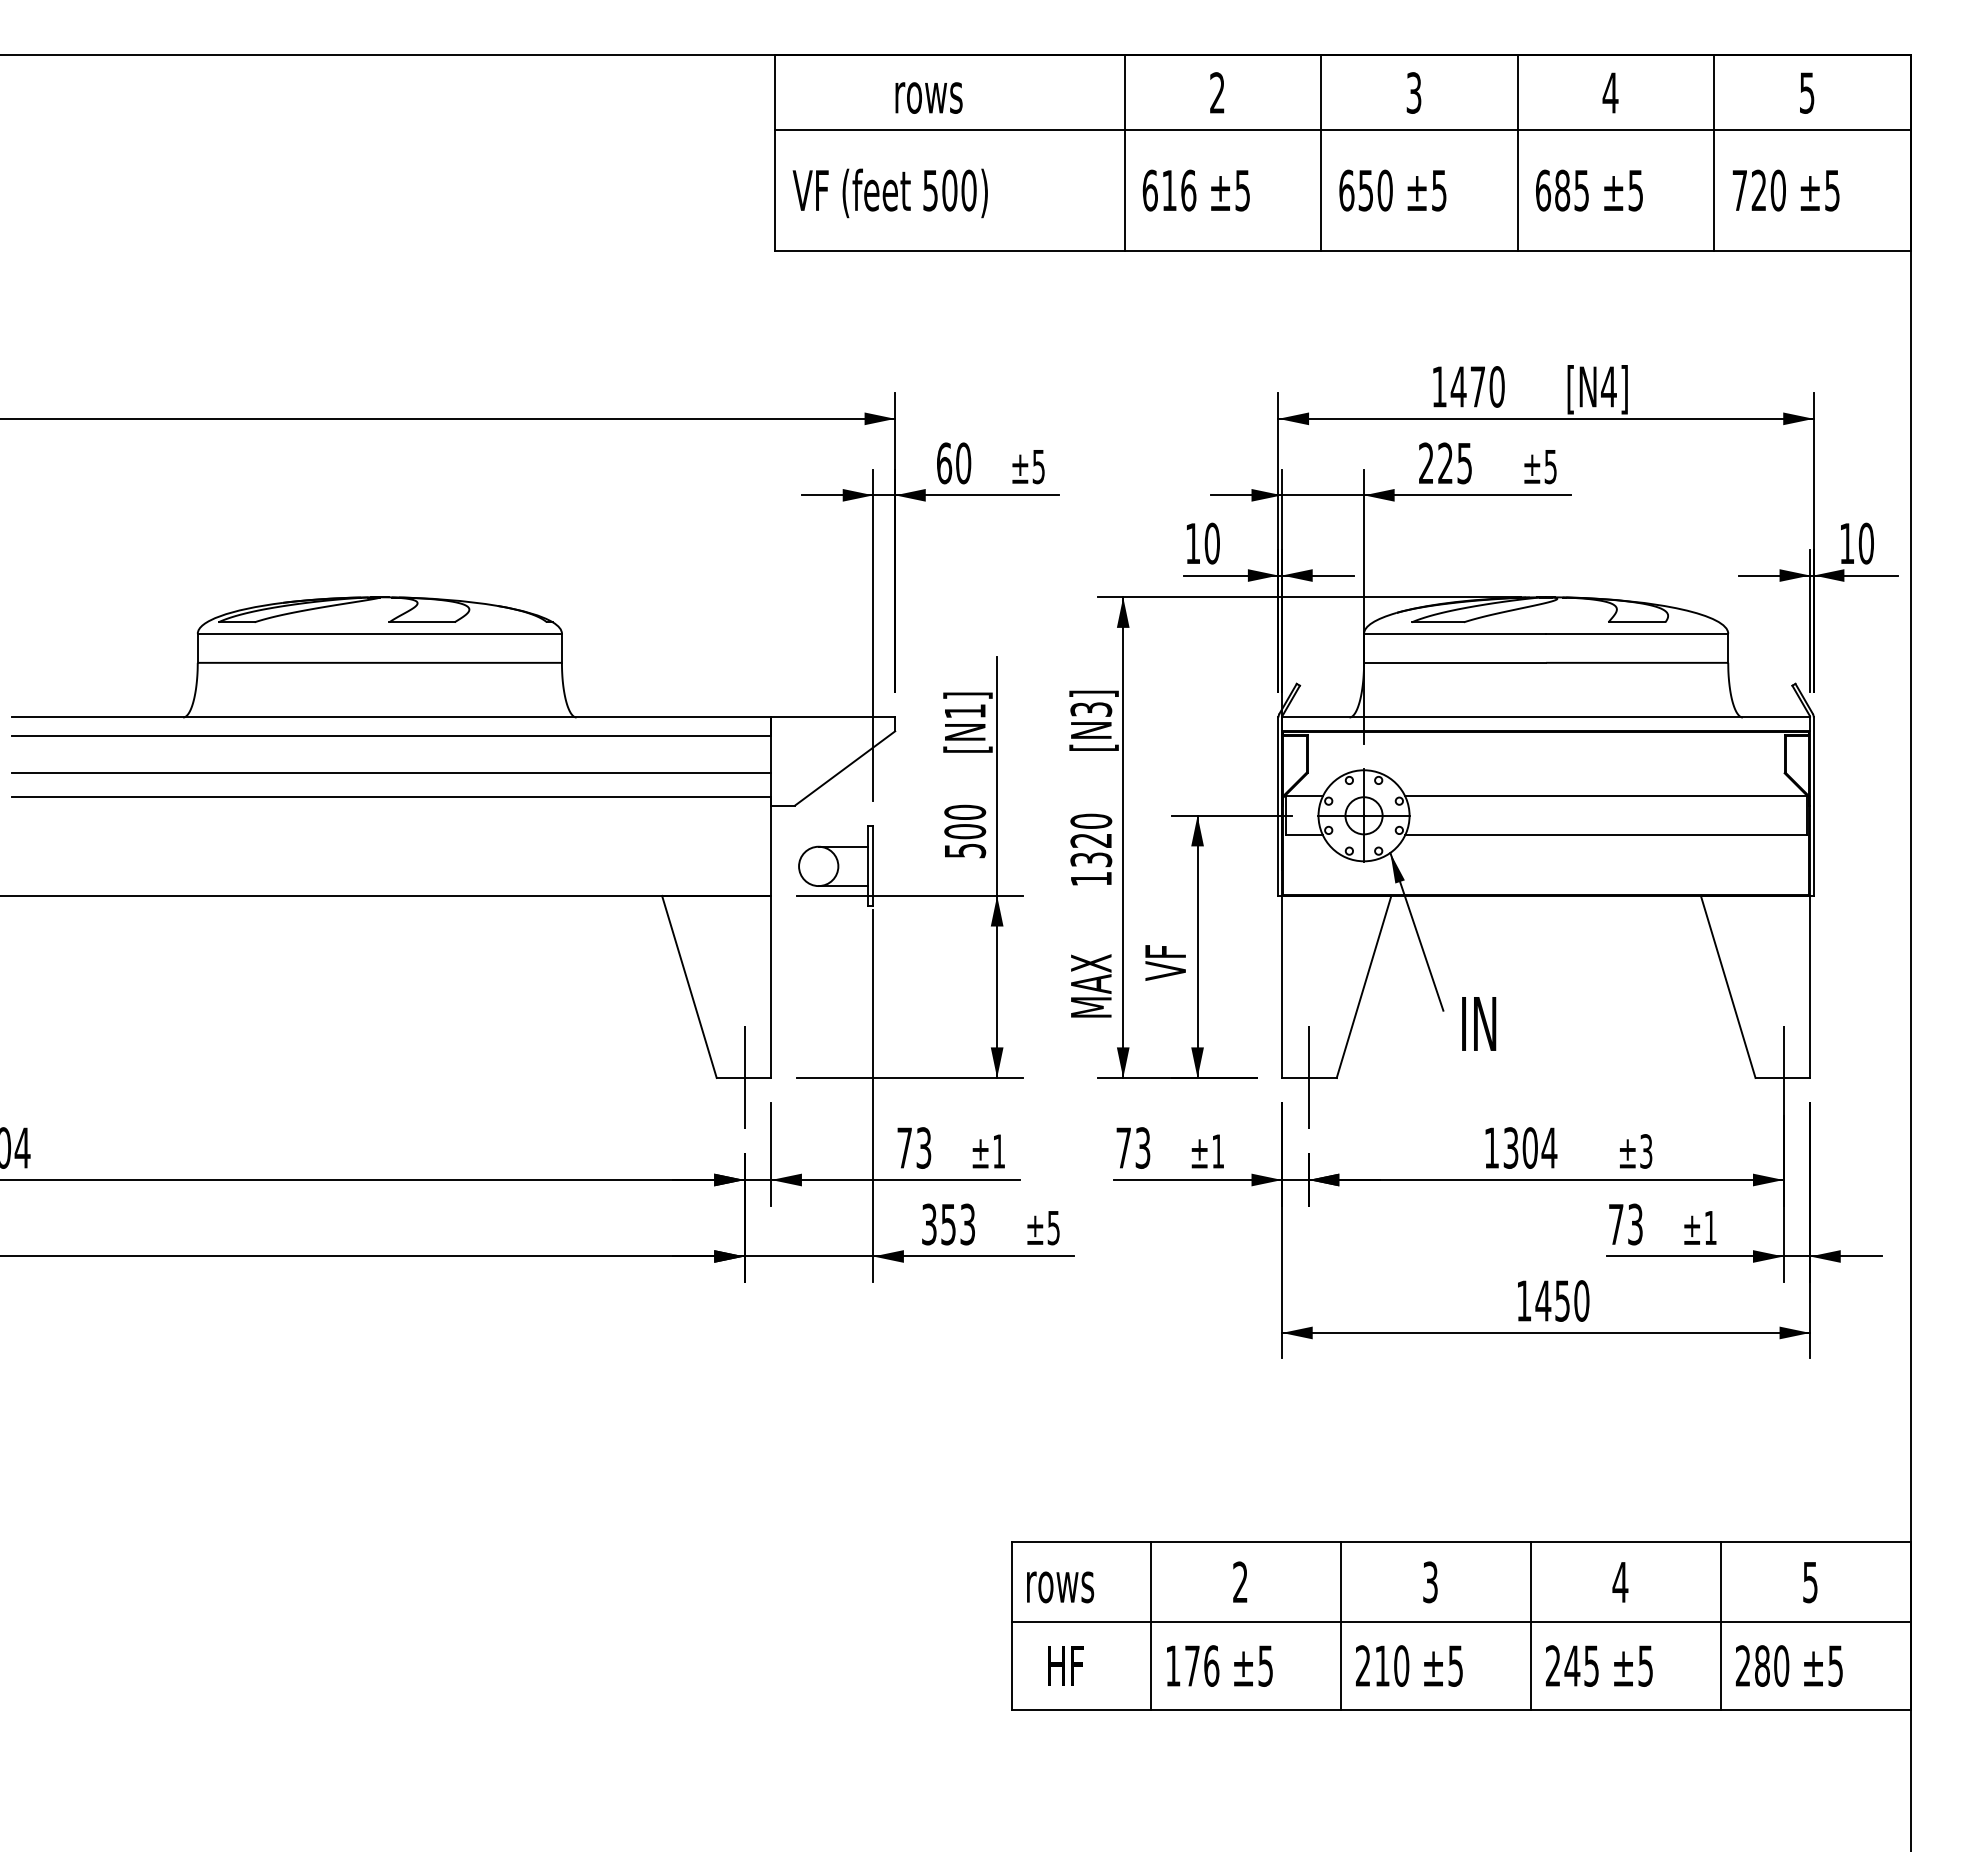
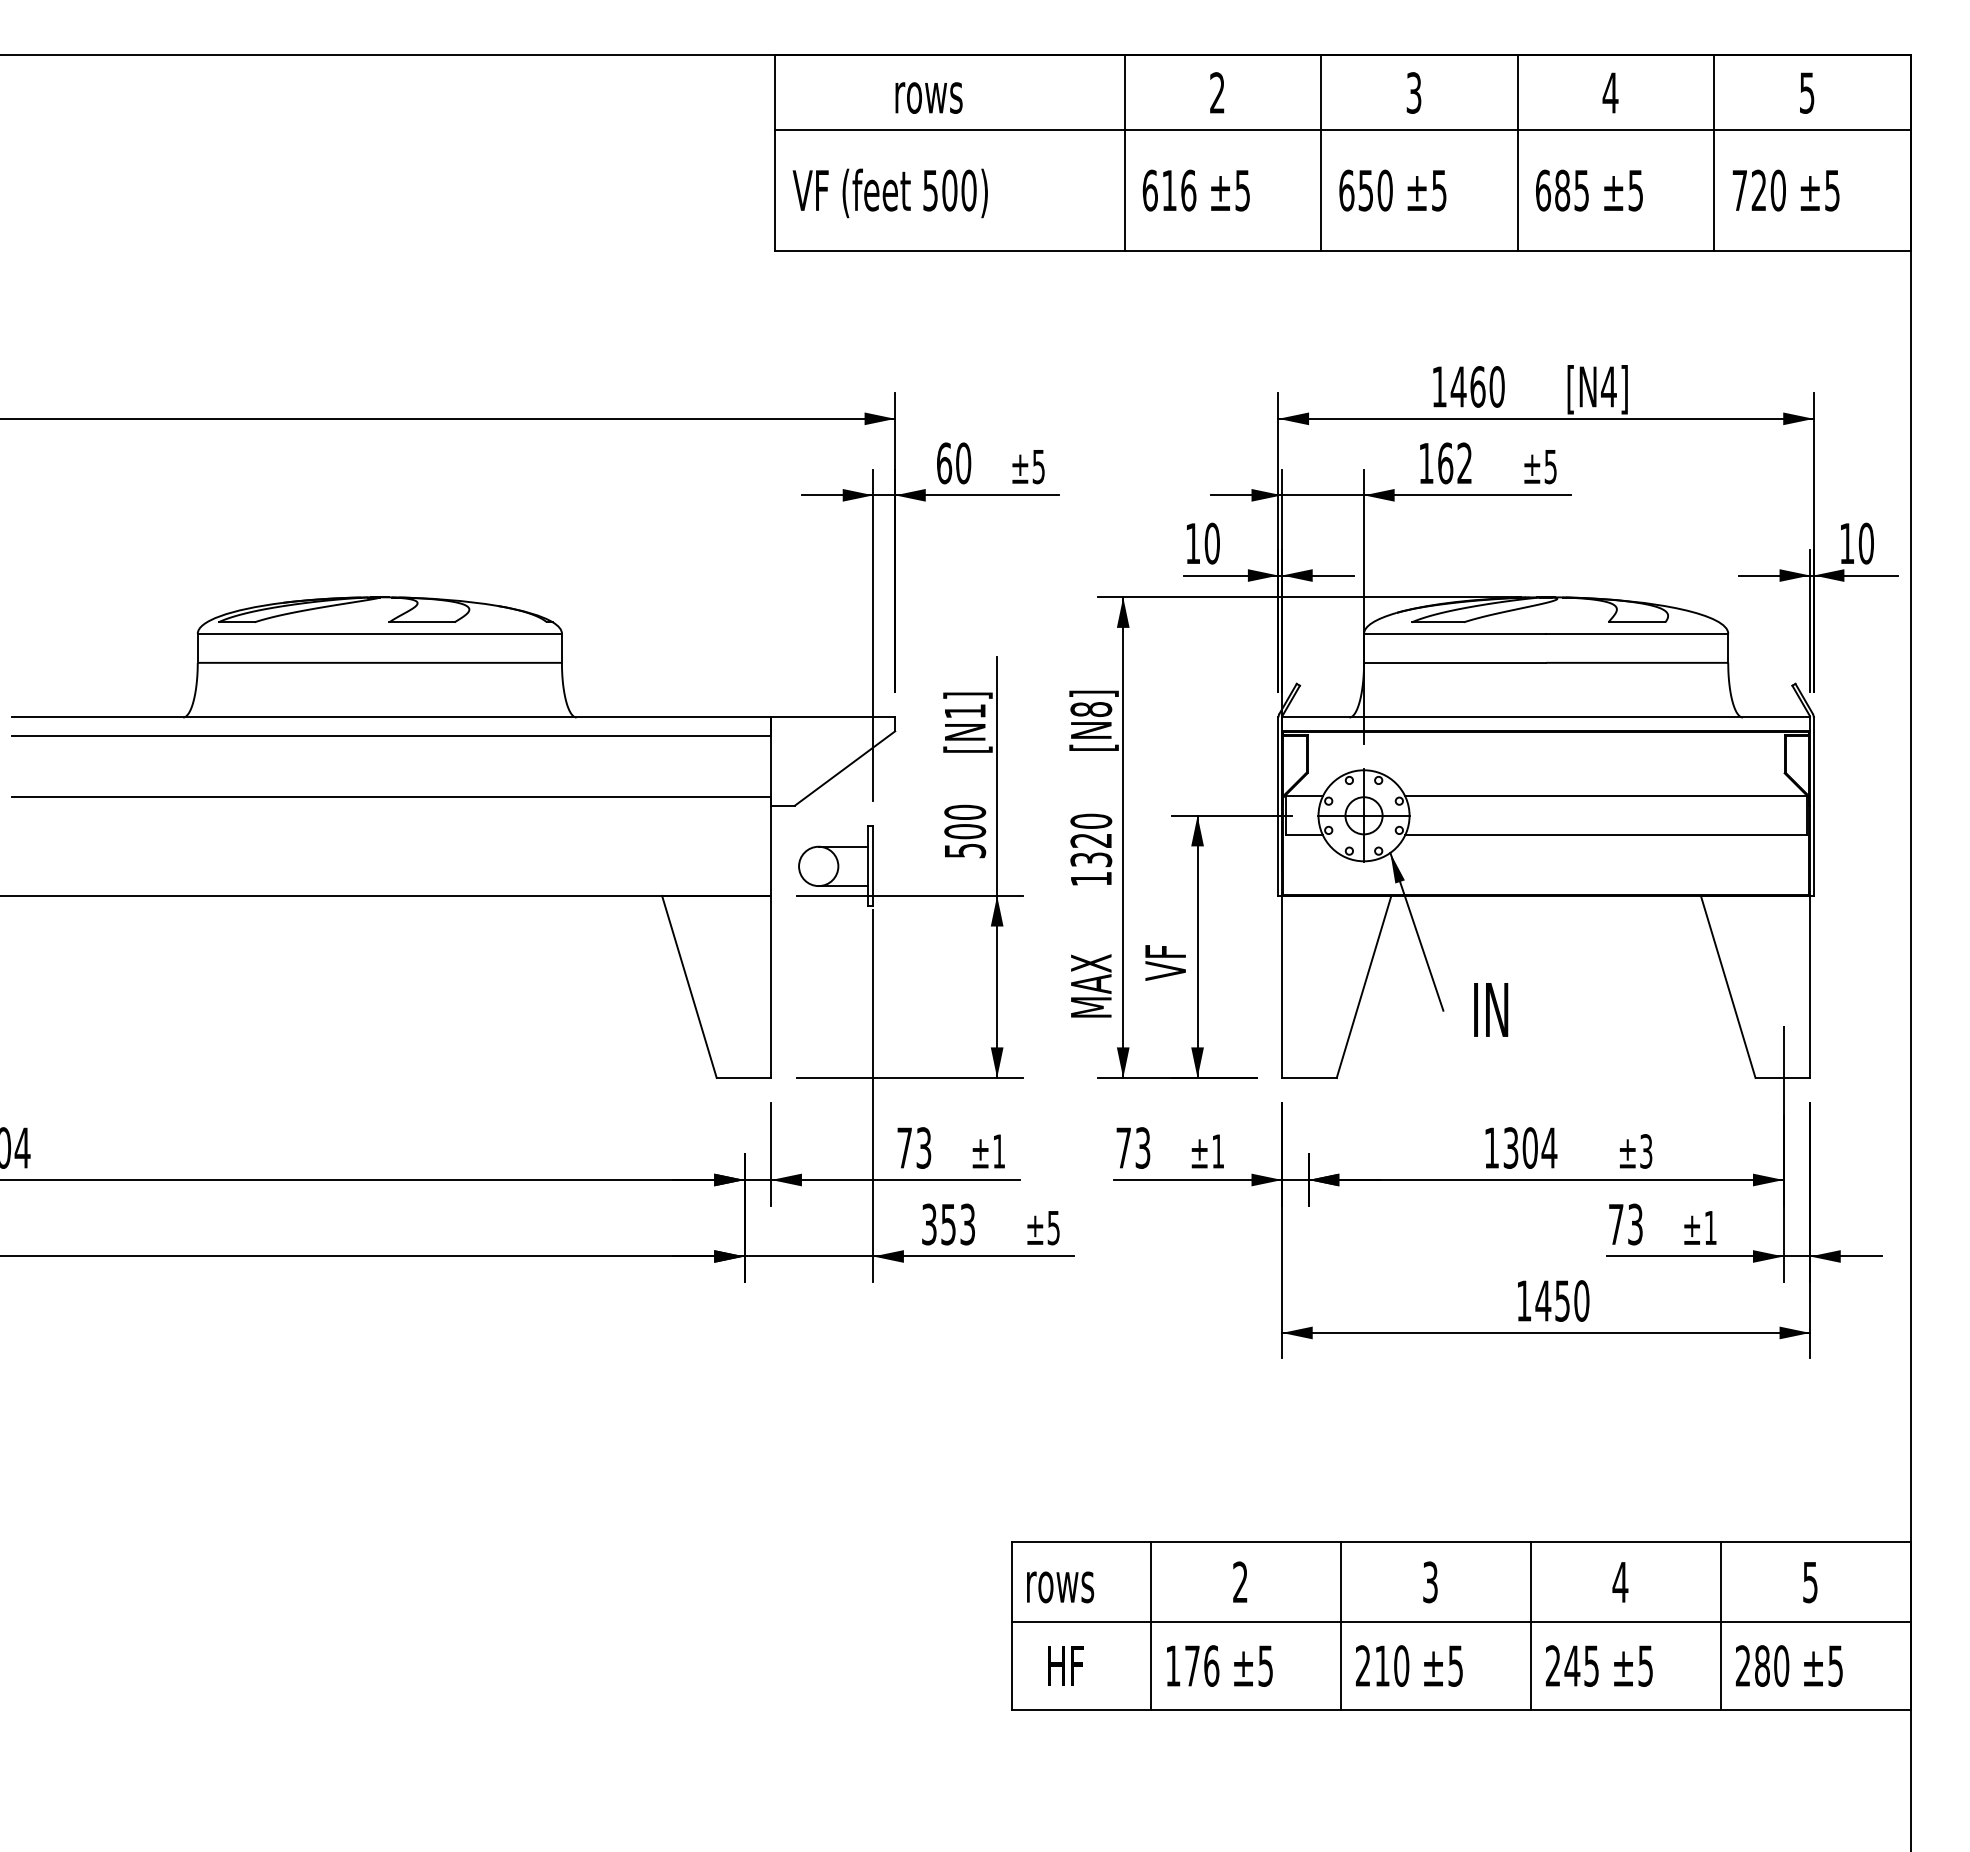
text at (1477, 386): 1470 -> 1460
text at (1445, 463): 225 -> 162
text at (1091, 709): [N3] -> [N8]
line at (391, 772): present -> none
text at (1479, 1023) position: (1479, 1023) -> (1491, 1009)
line at (744, 1077): present -> none
line at (1308, 1077): present -> none
